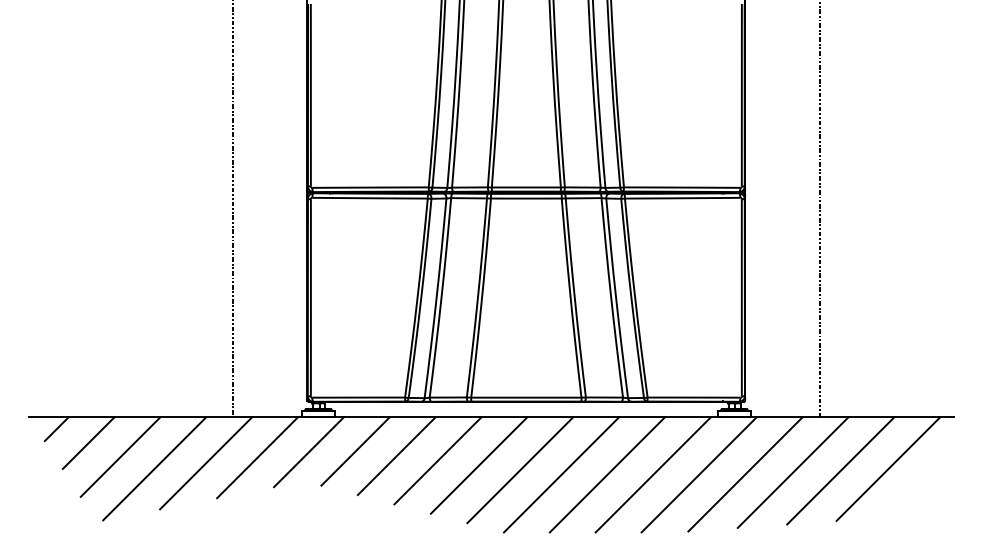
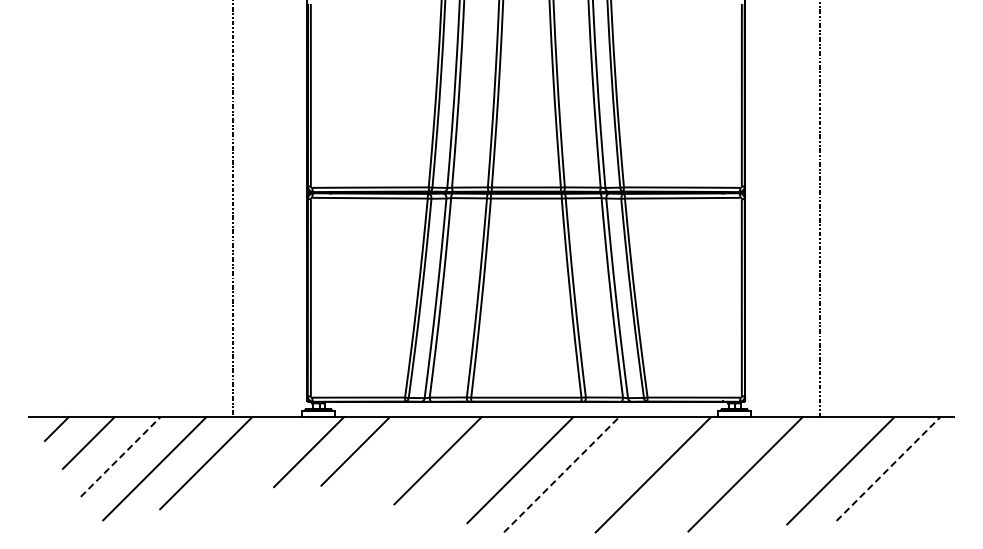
line at (121, 456): solid -> dashed
line at (396, 456): present -> none
line at (257, 457): present -> none
line at (478, 465): present -> none
line at (888, 468): solid -> dashed
line at (792, 472): present -> none
line at (562, 474): solid -> dashed
line at (607, 474): present -> none
line at (698, 474): present -> none
